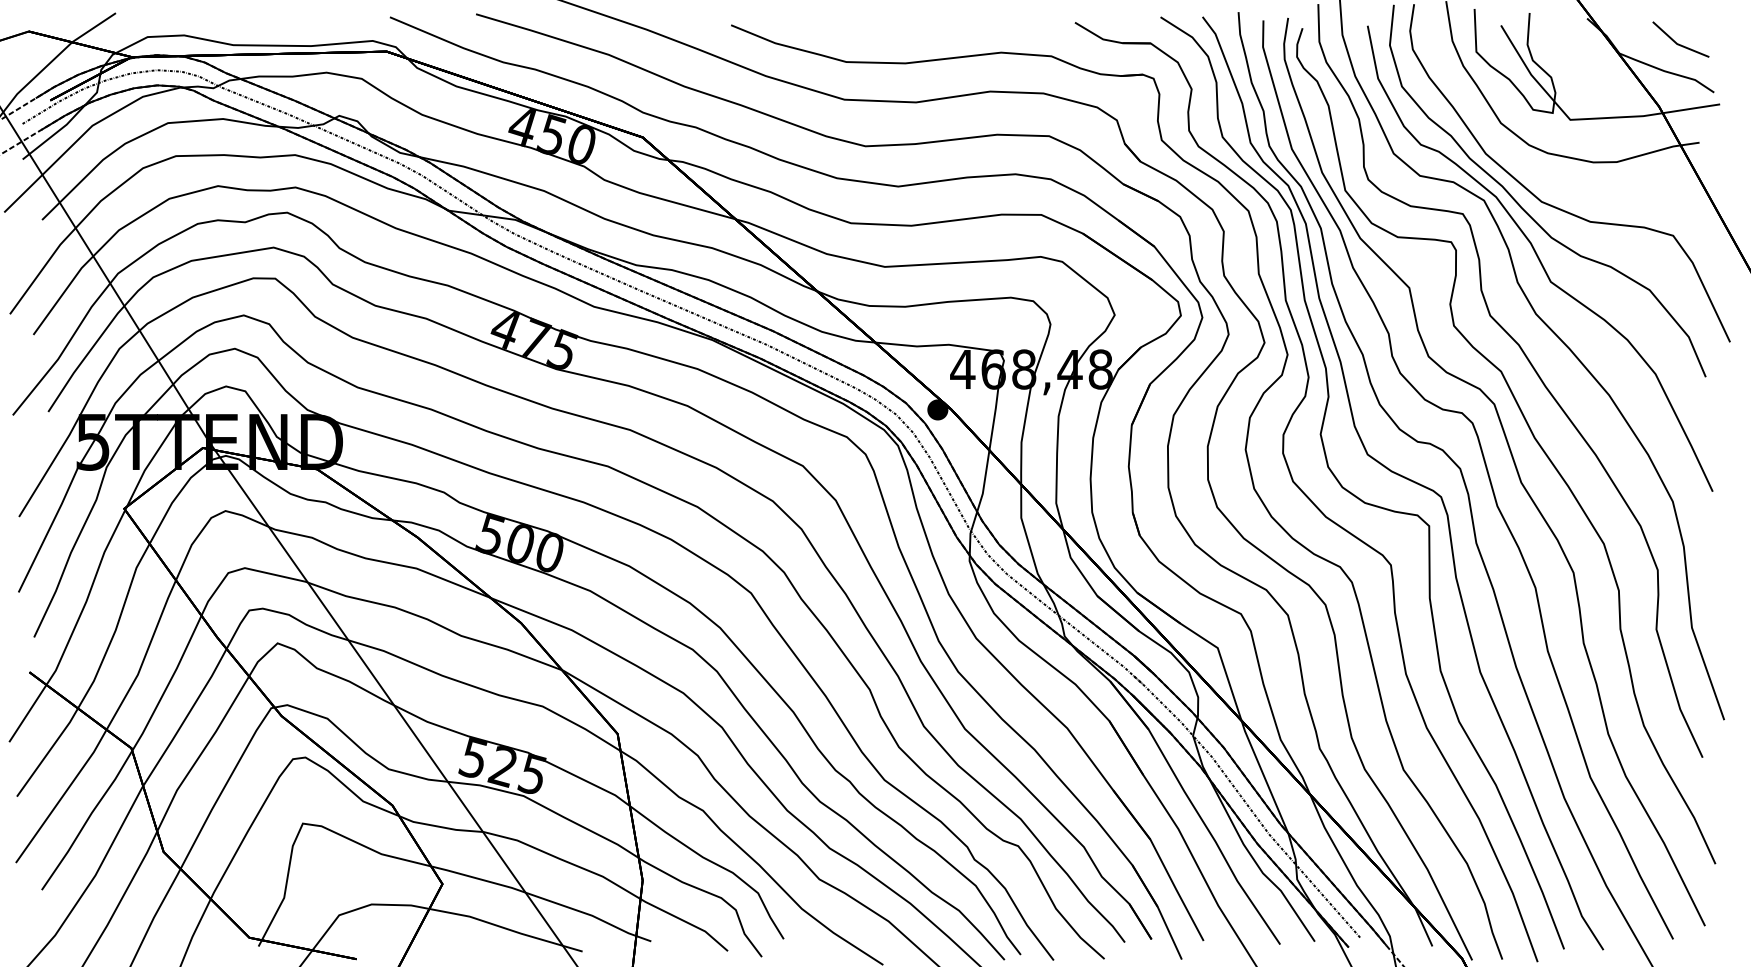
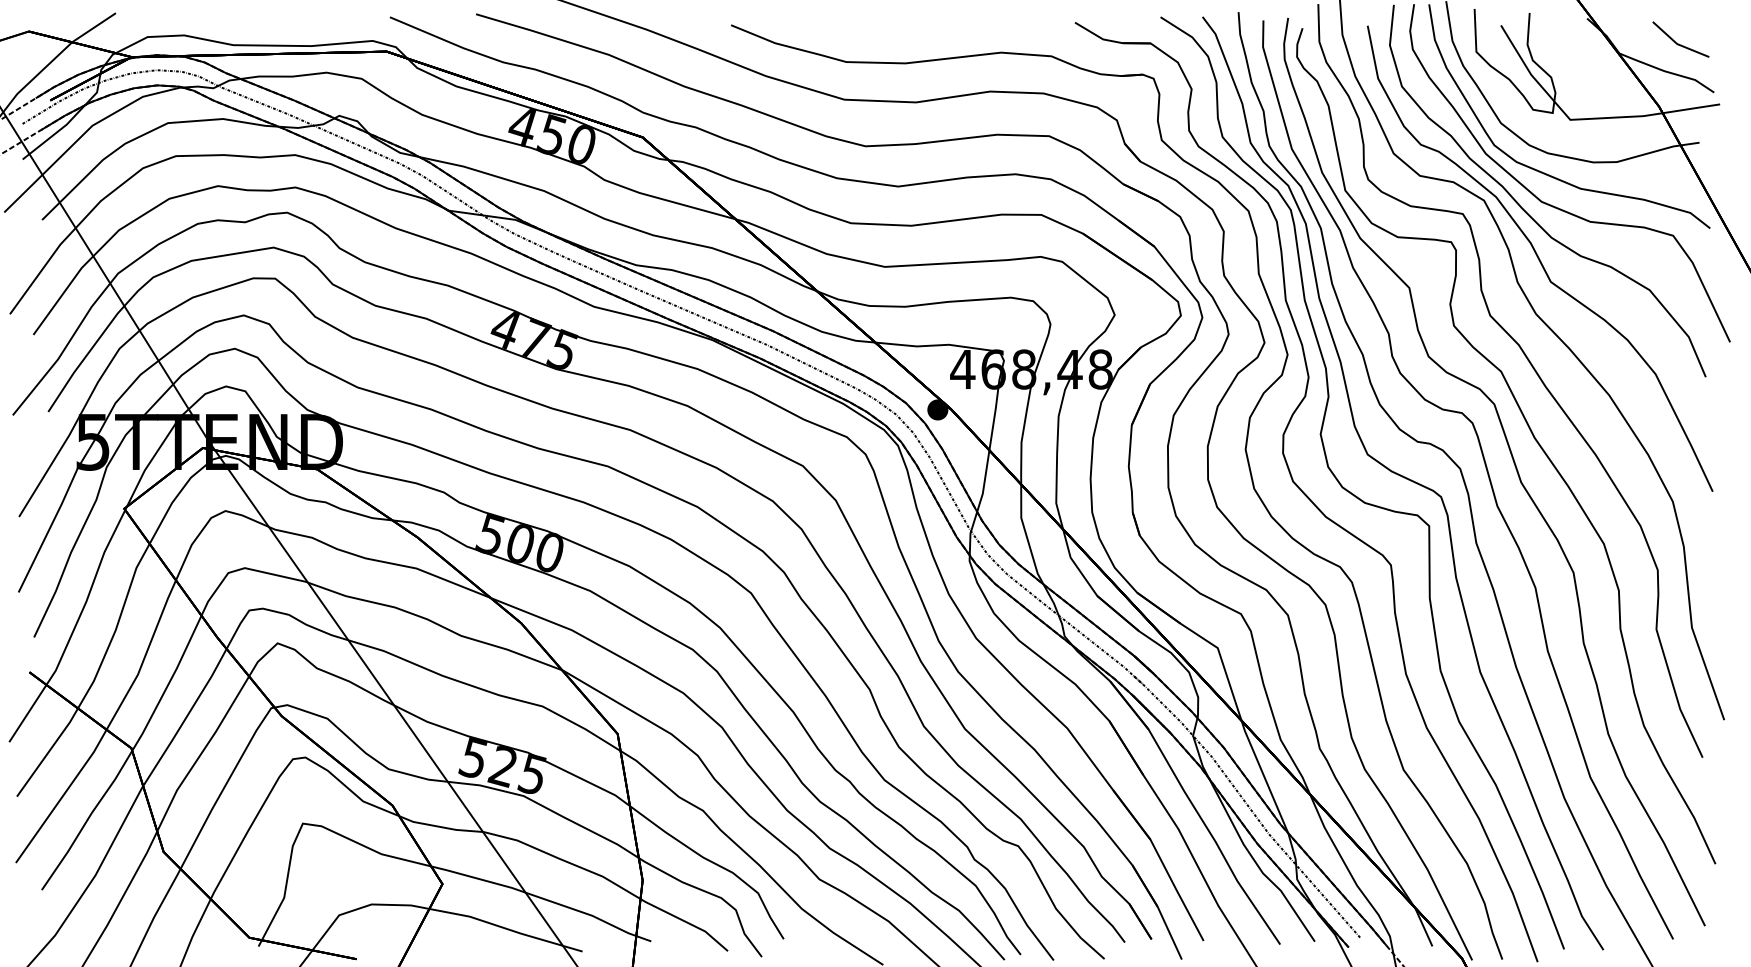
curve at (1547, 173): none -> present
